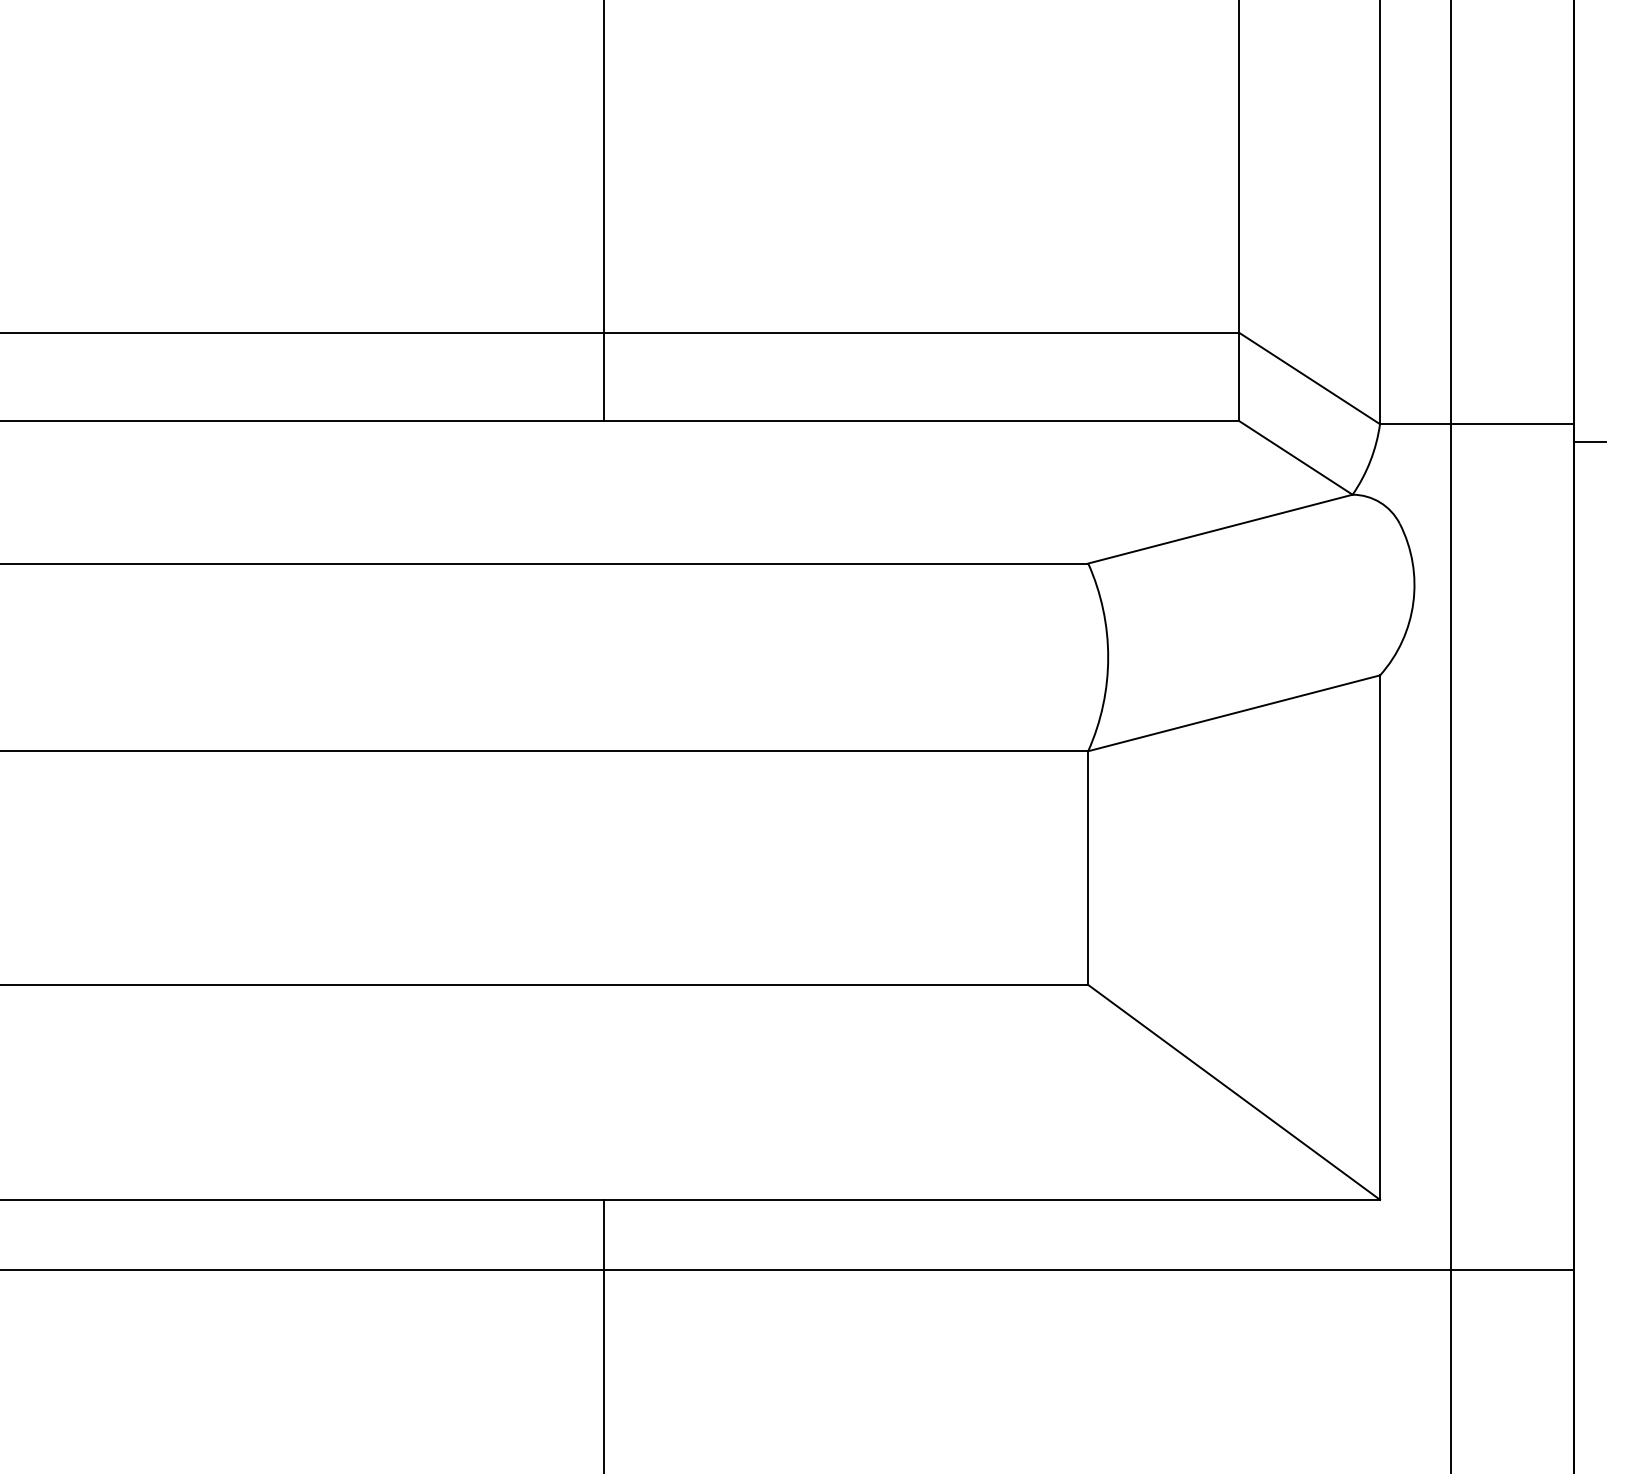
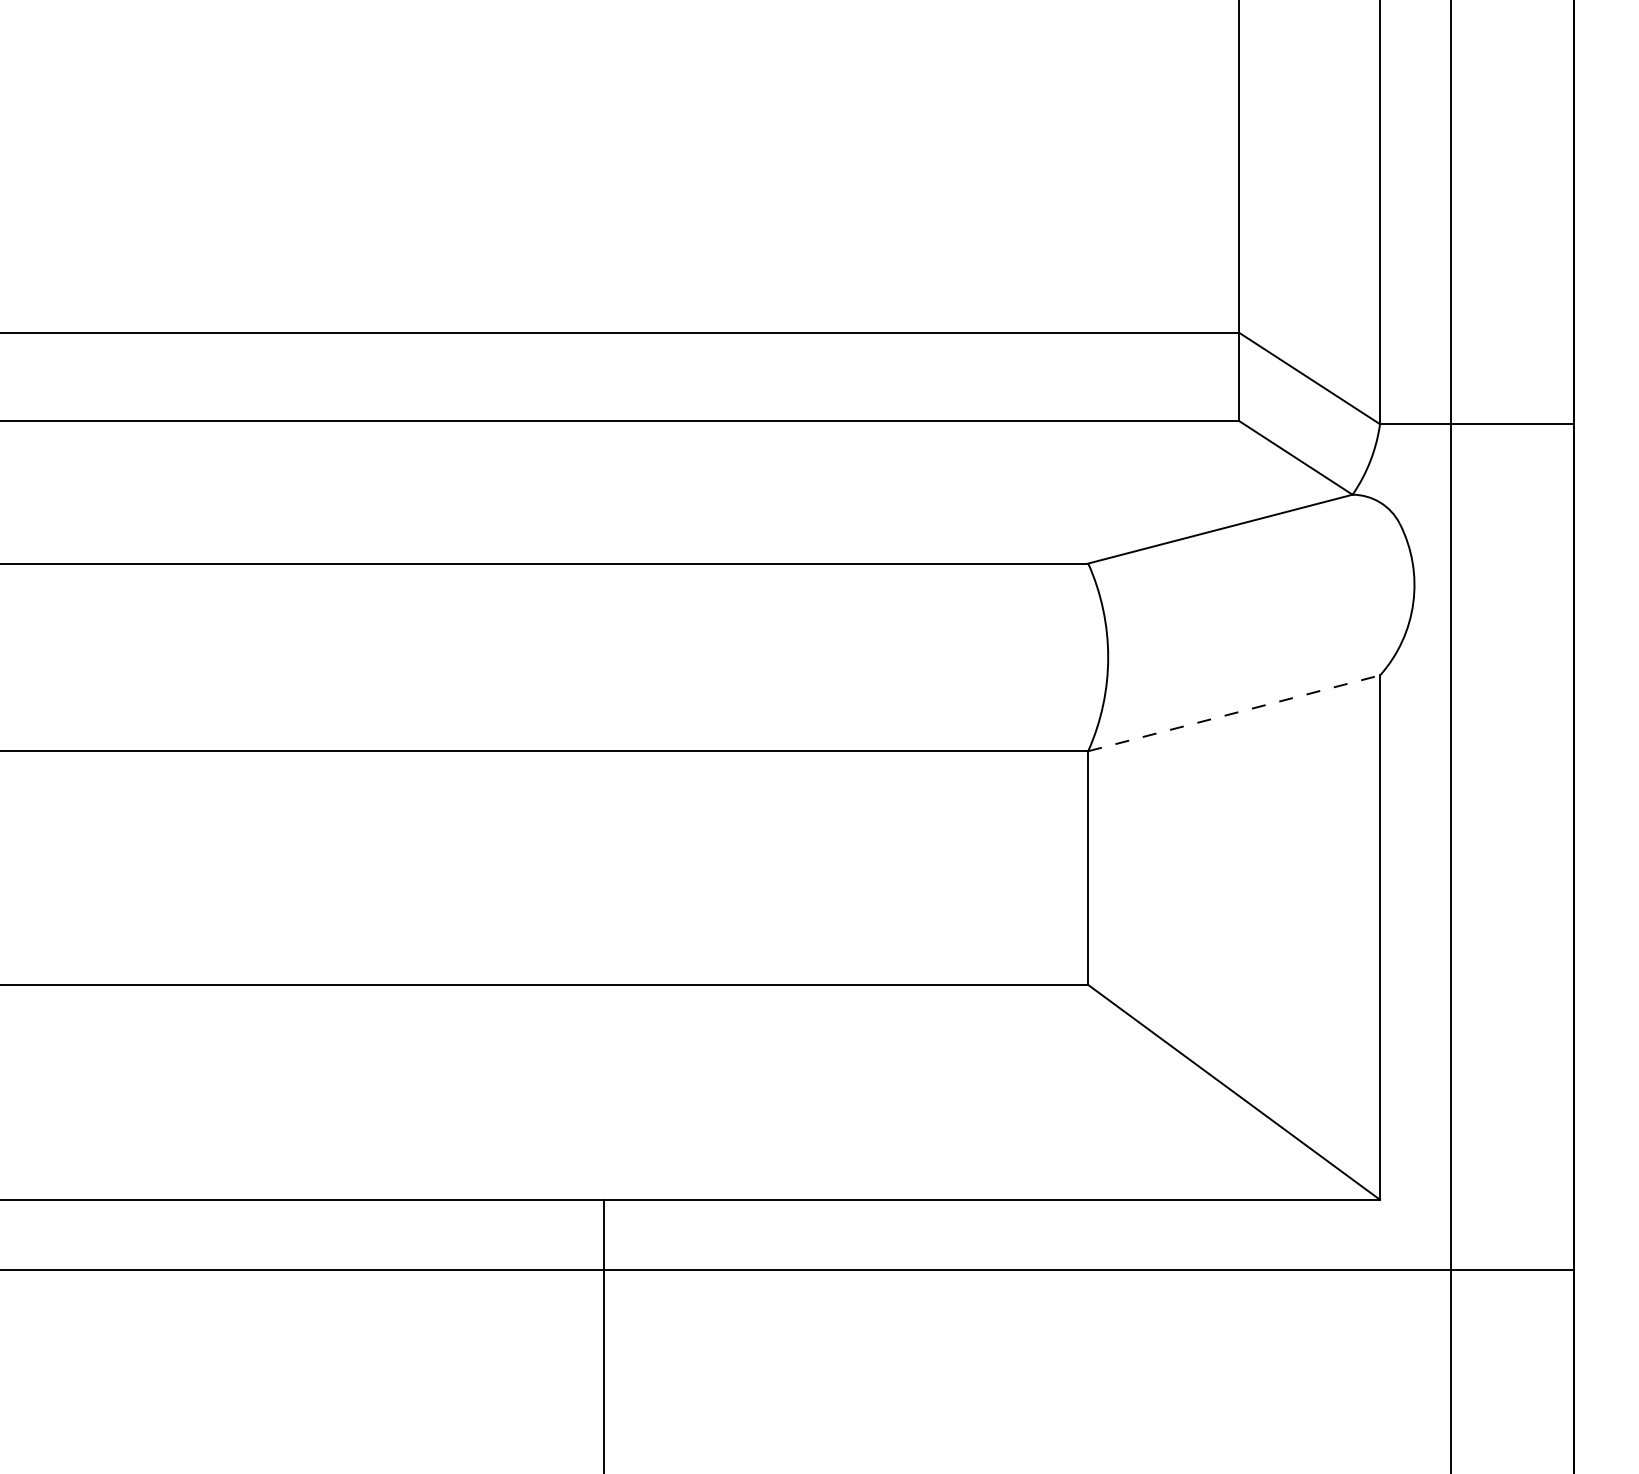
line at (604, 211): present -> none
line at (1589, 441): present -> none
line at (1234, 713): solid -> dashed
